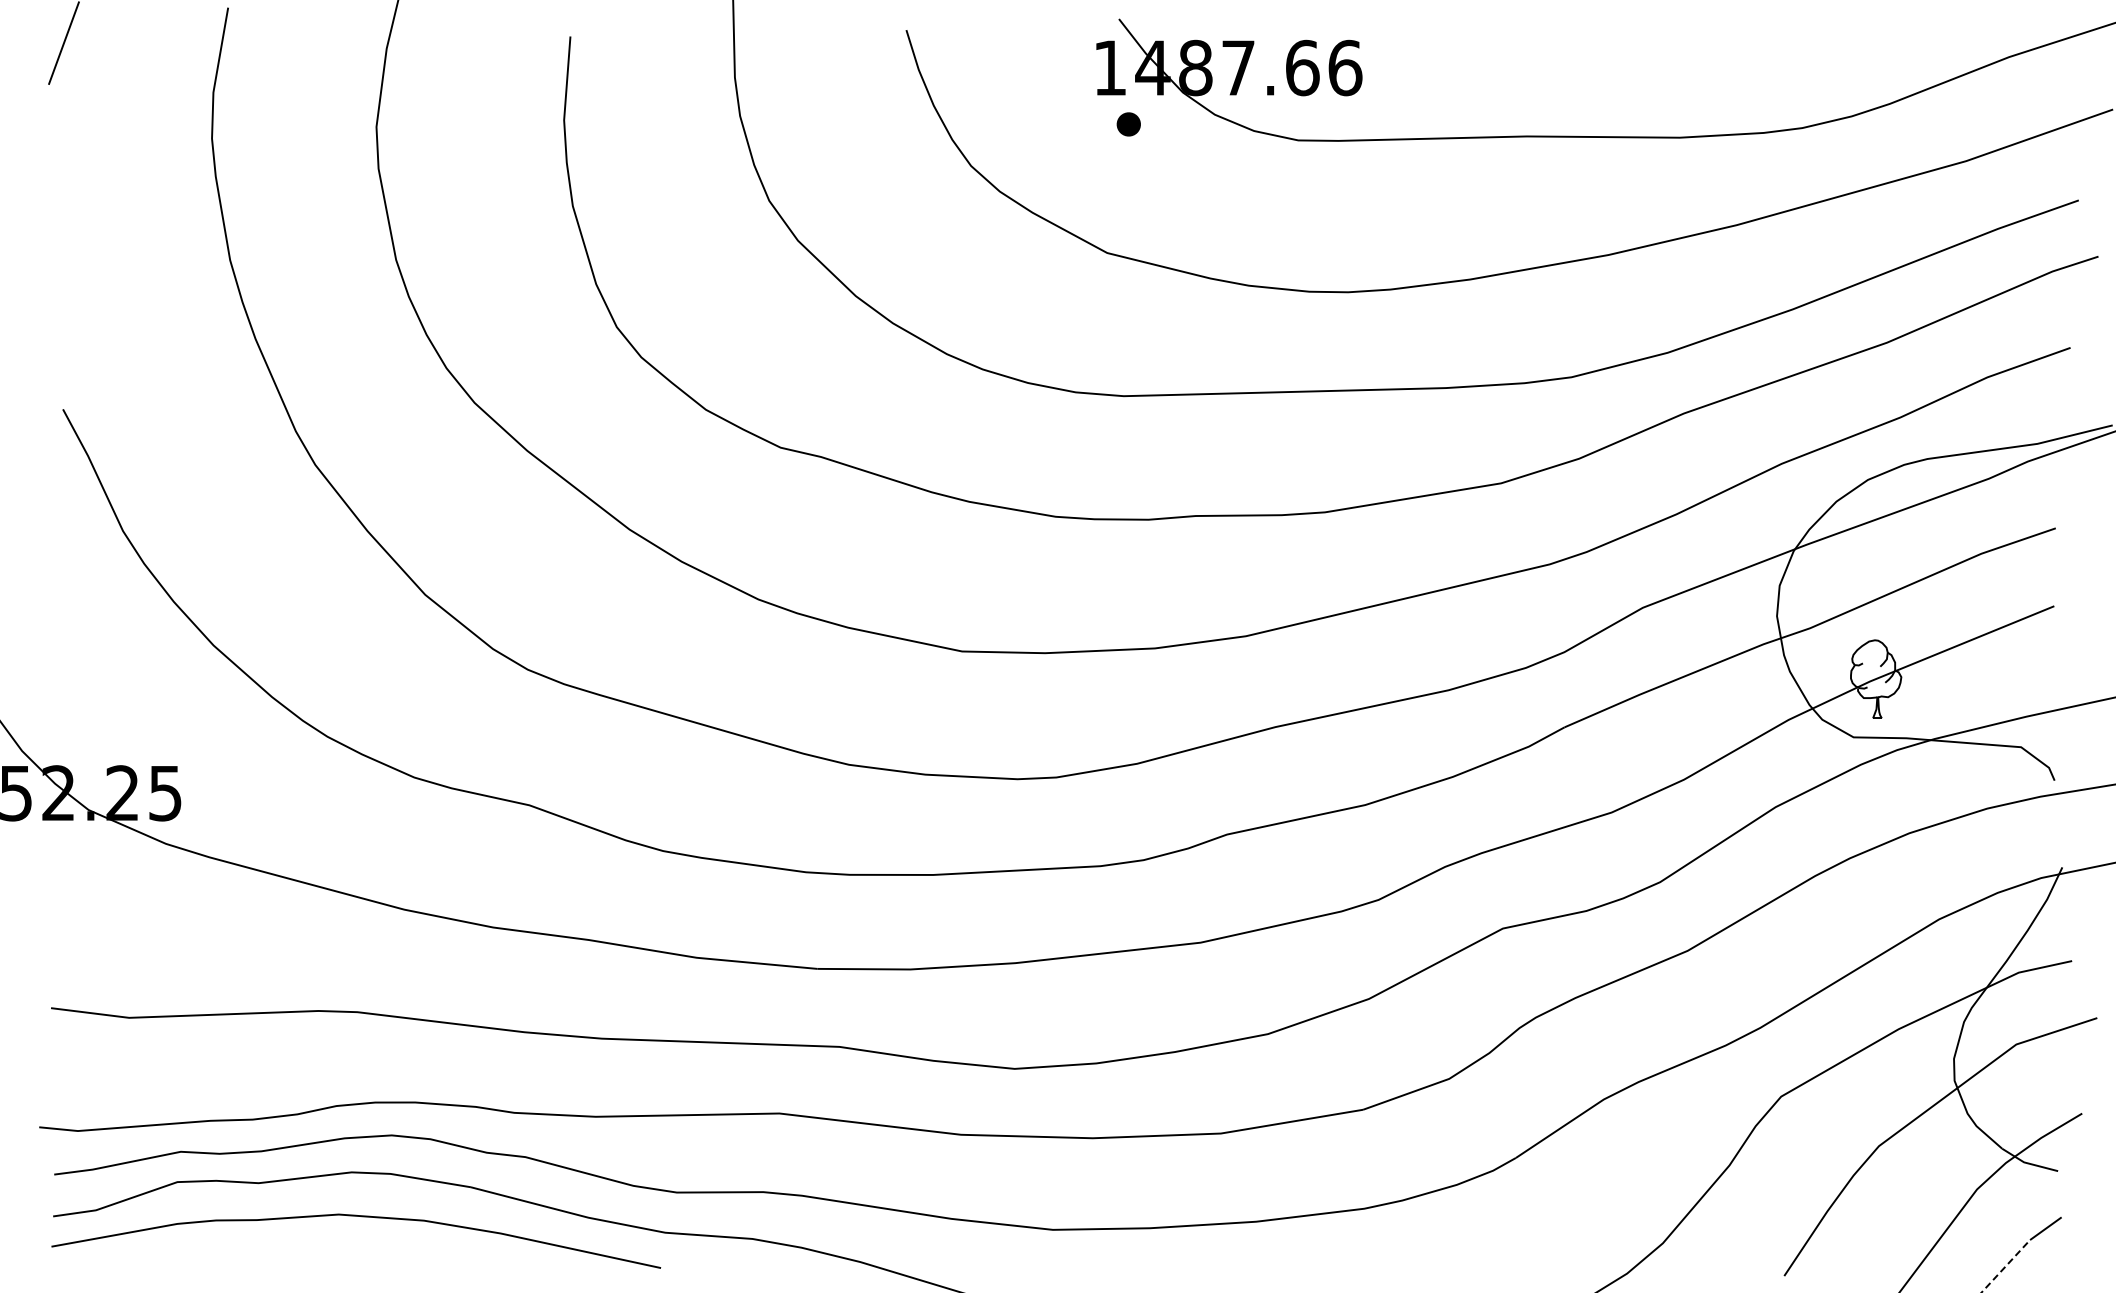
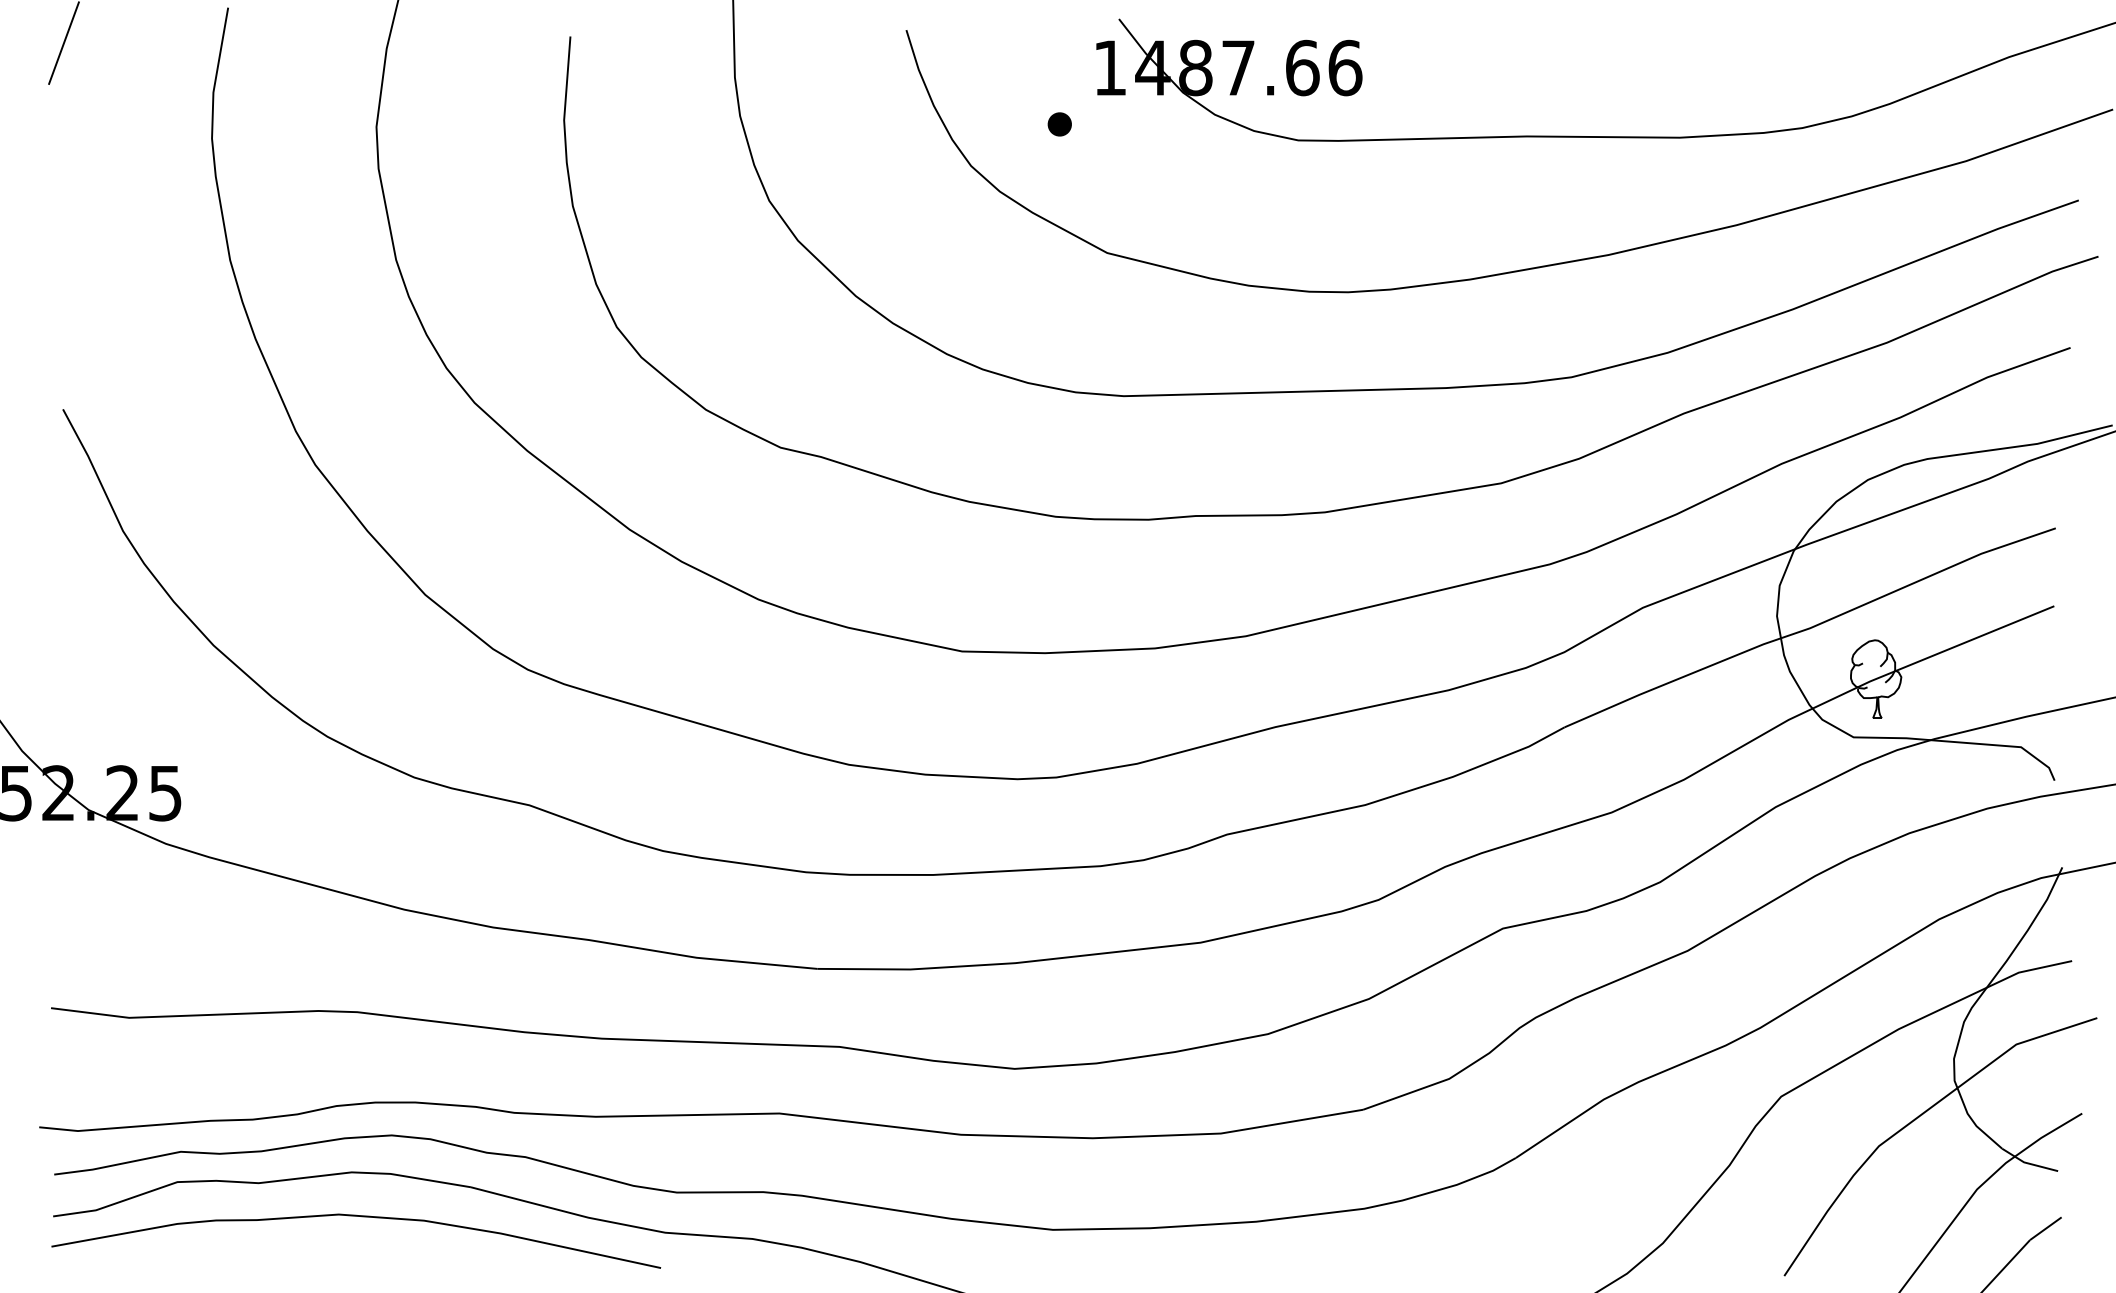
part at (1128, 124) position: (1128, 124) -> (1059, 124)
line at (2005, 1266): dashed -> solid
